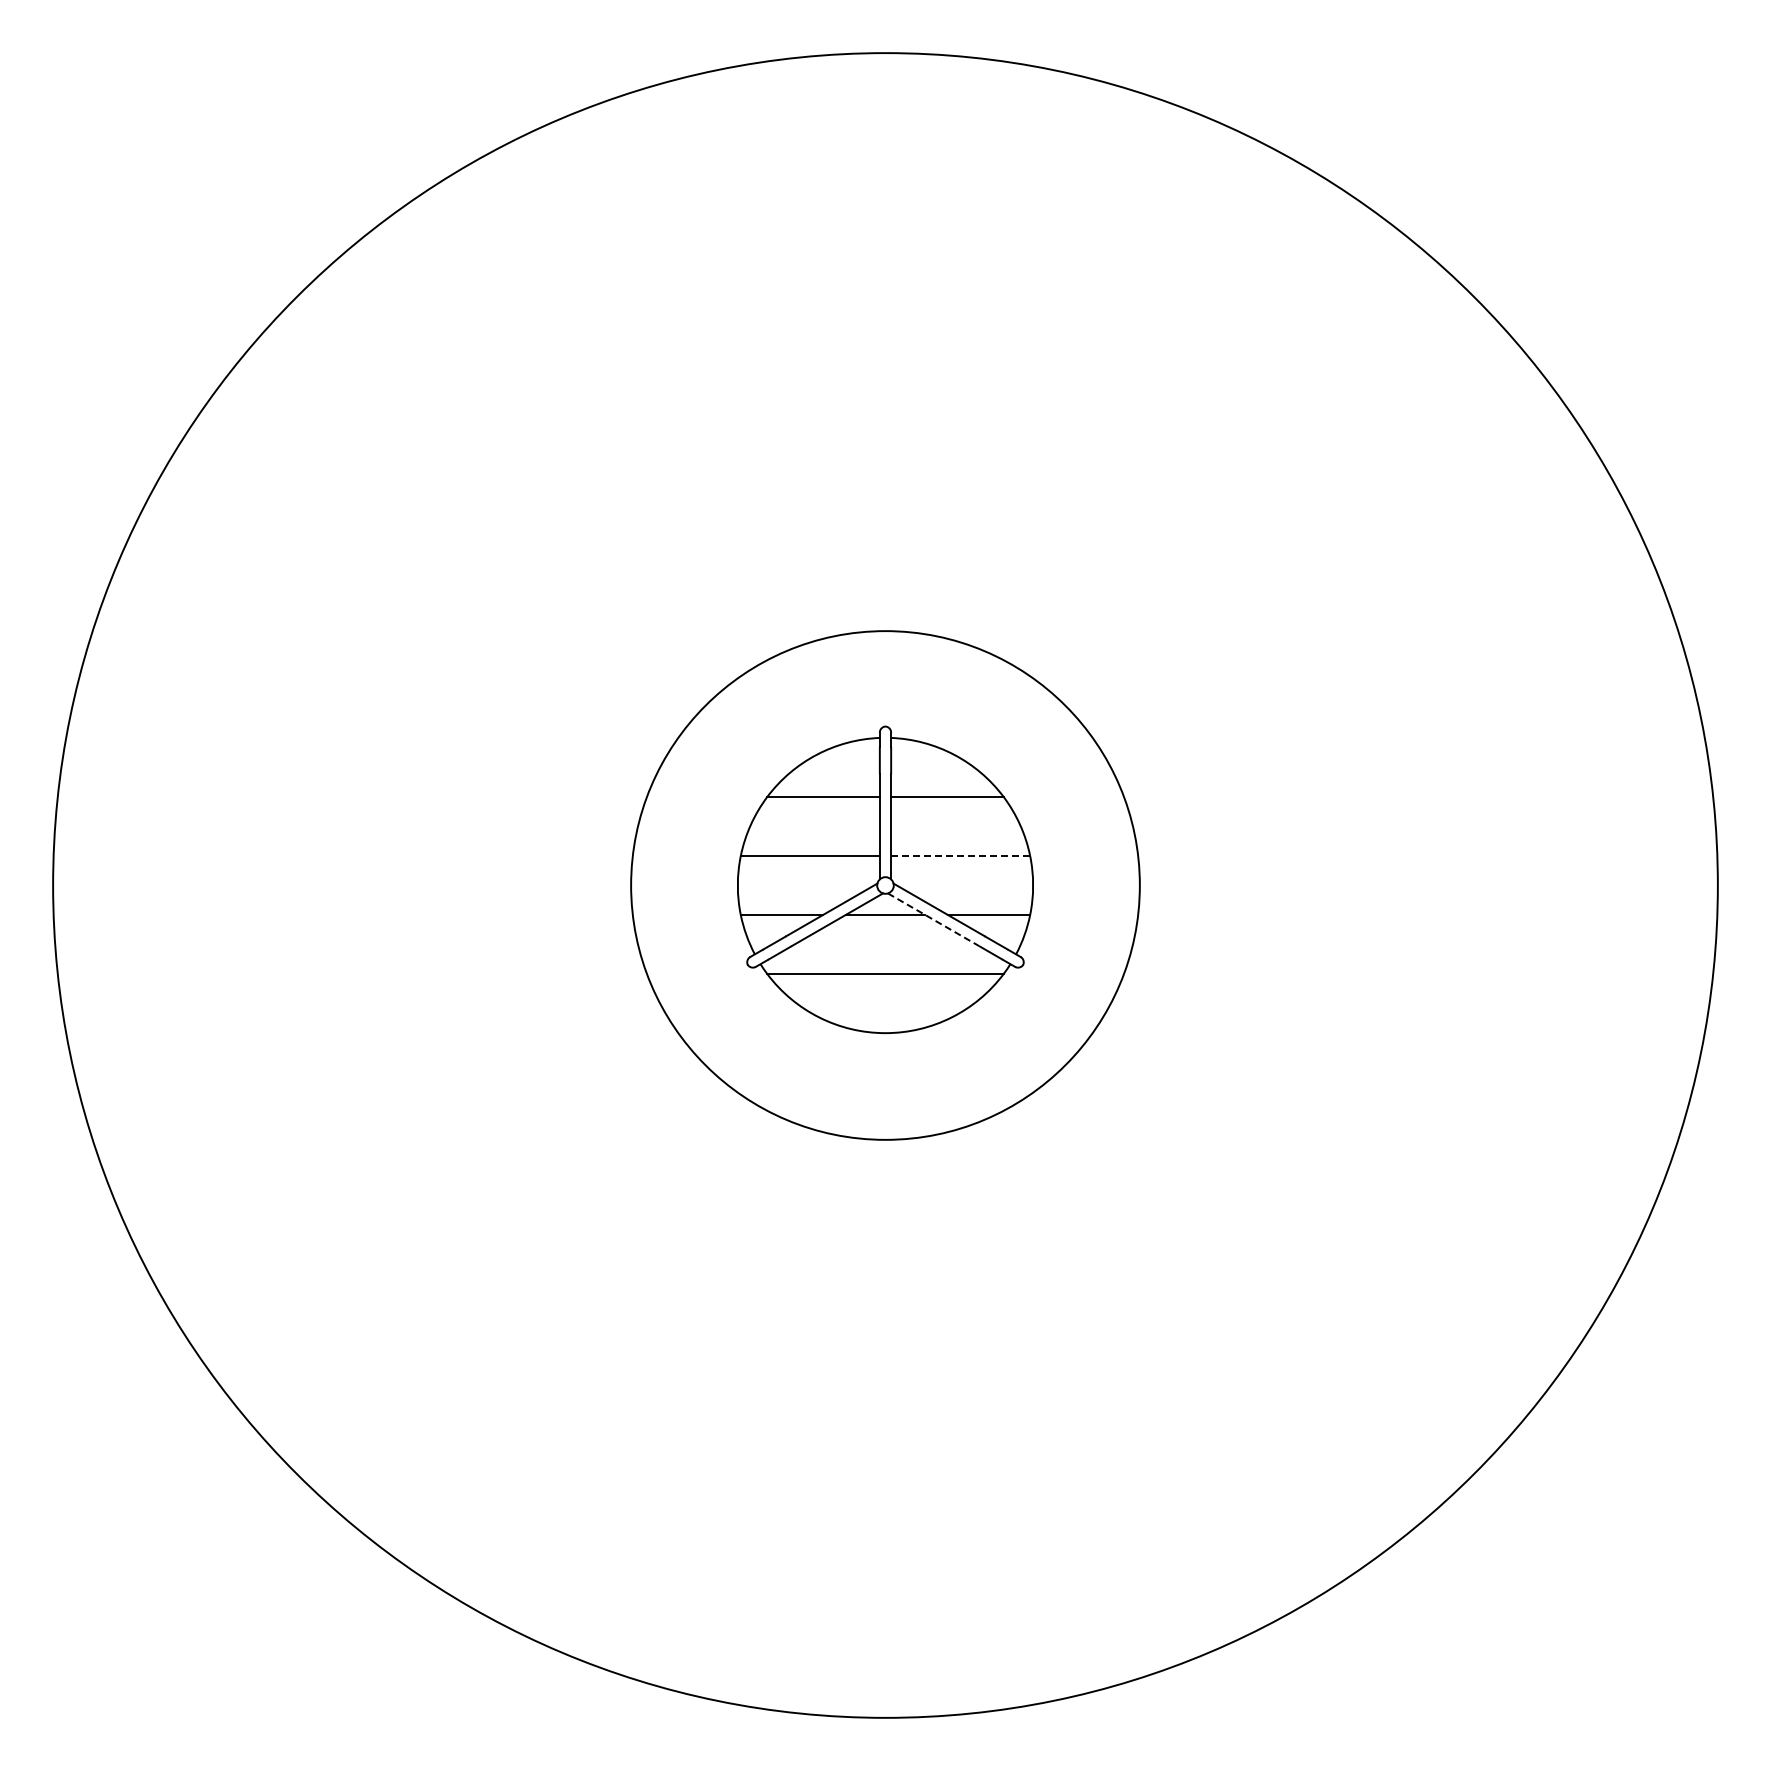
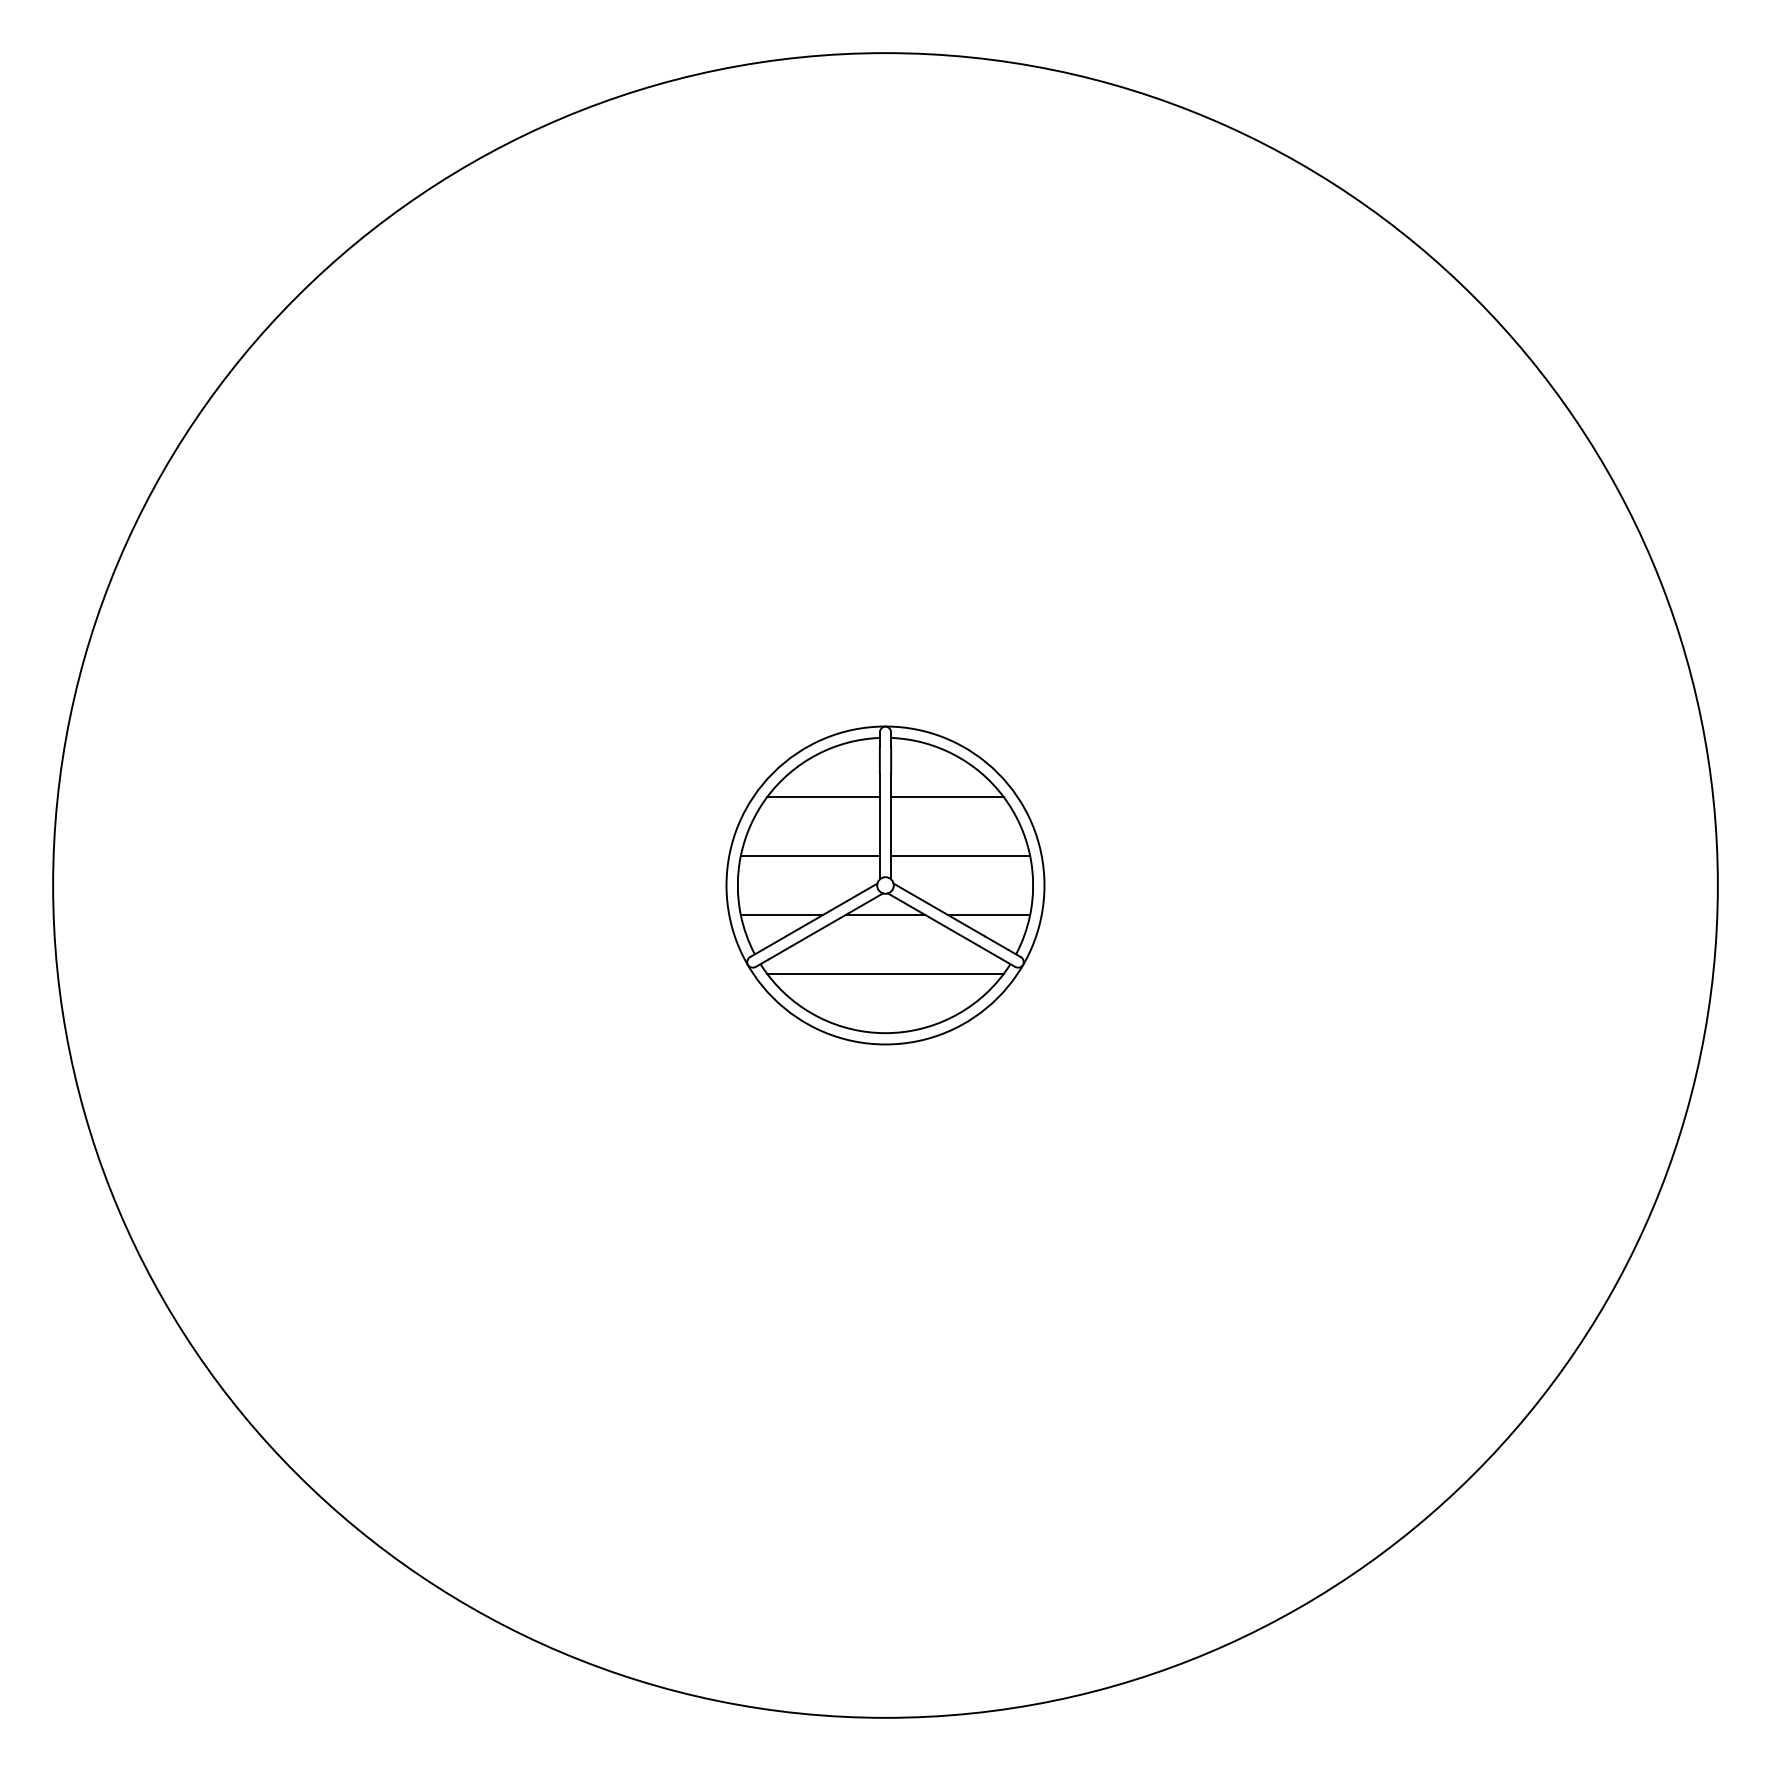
line at (960, 855): dashed -> solid
circle at (885, 885) diameter: 509 px -> 318 px
line at (933, 919): dashed -> solid
